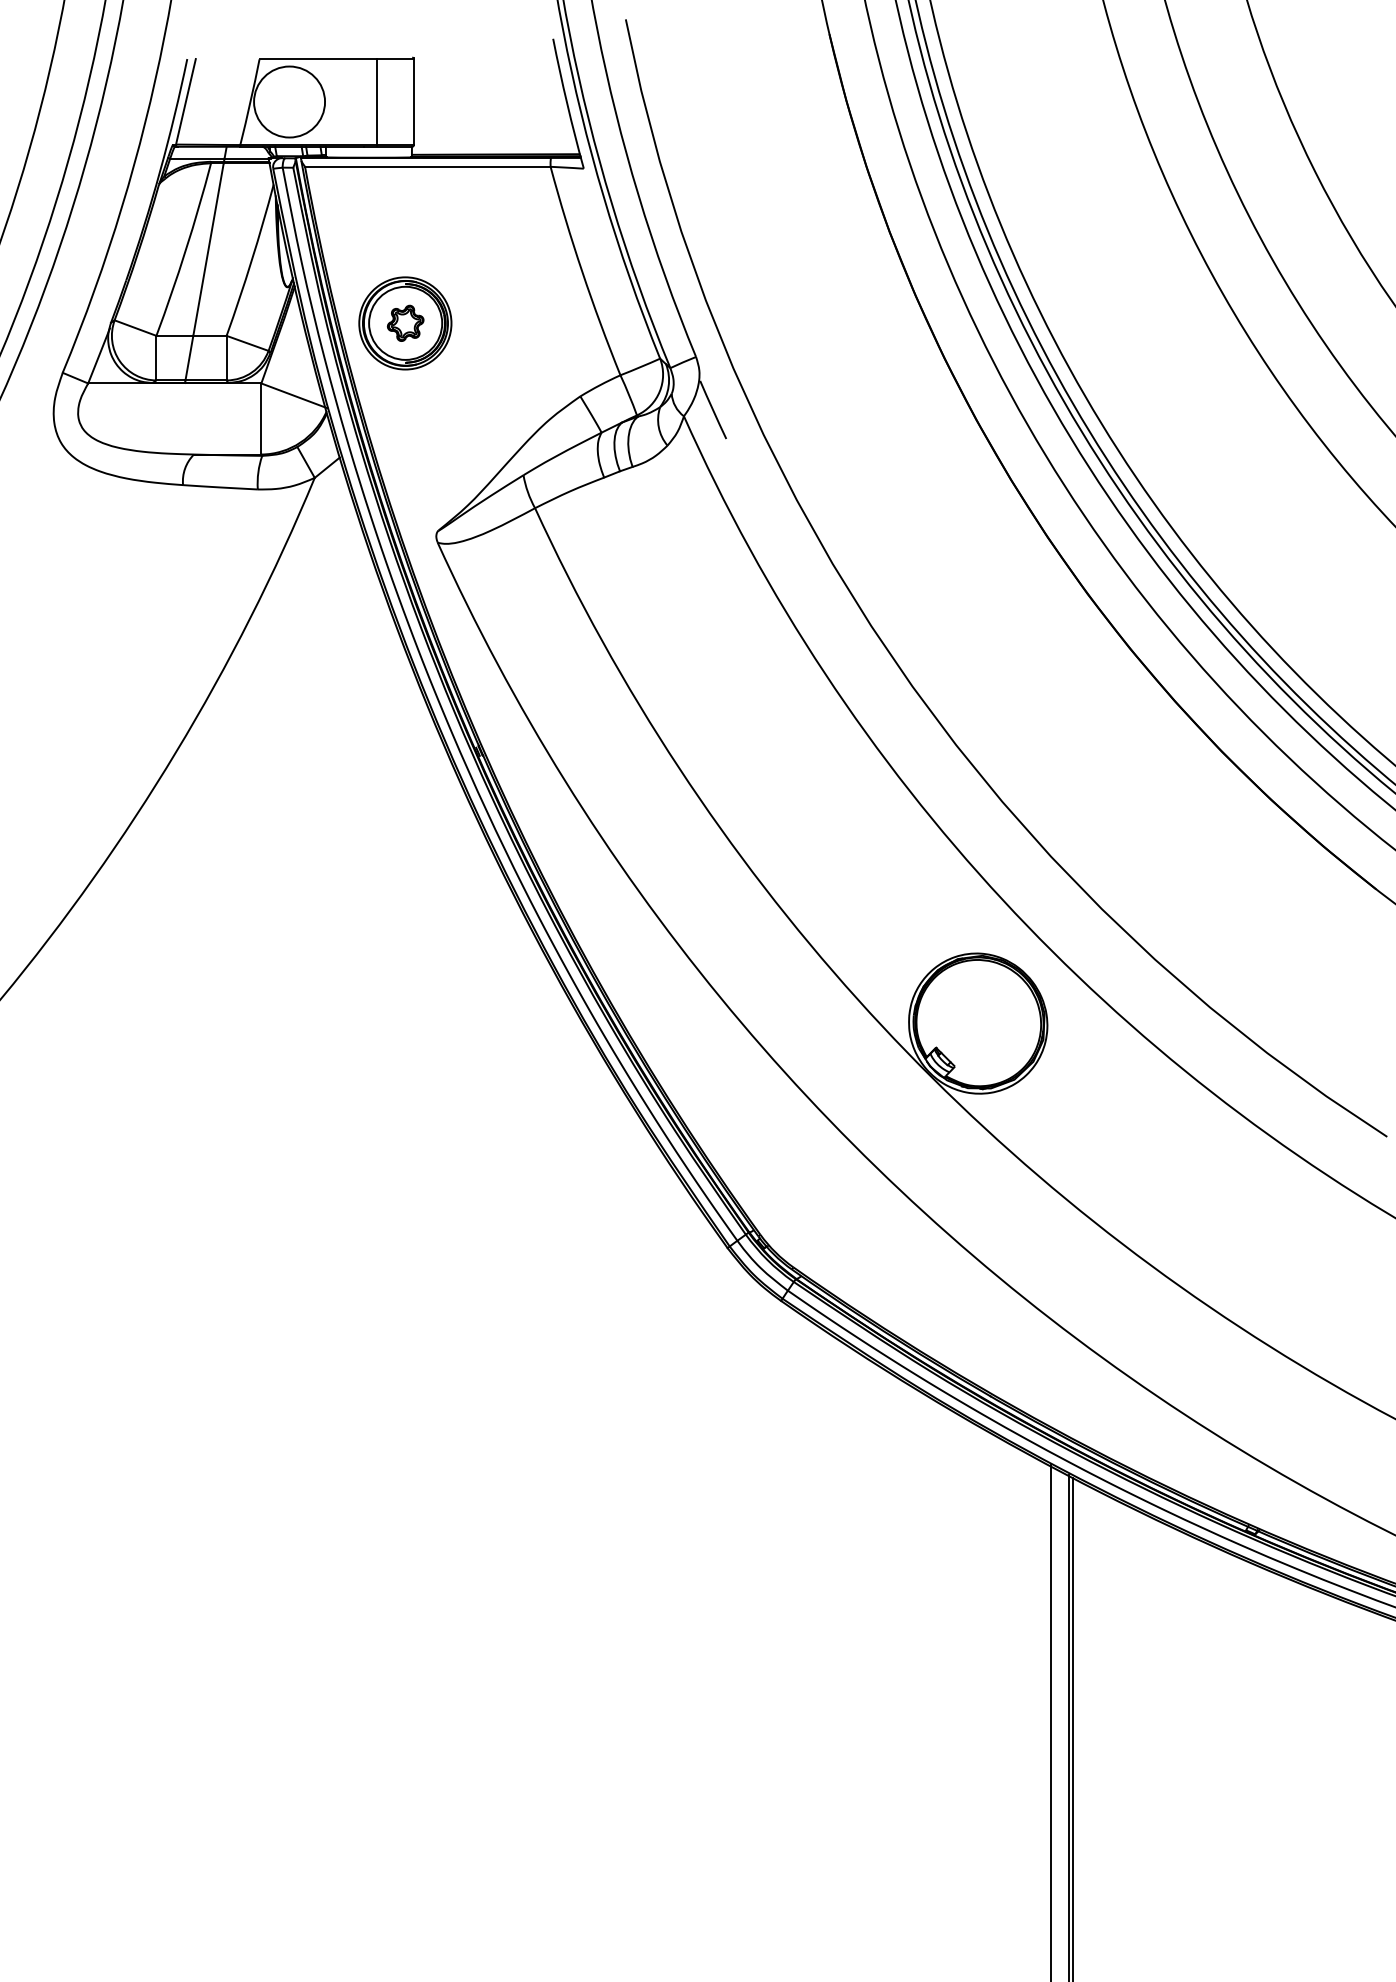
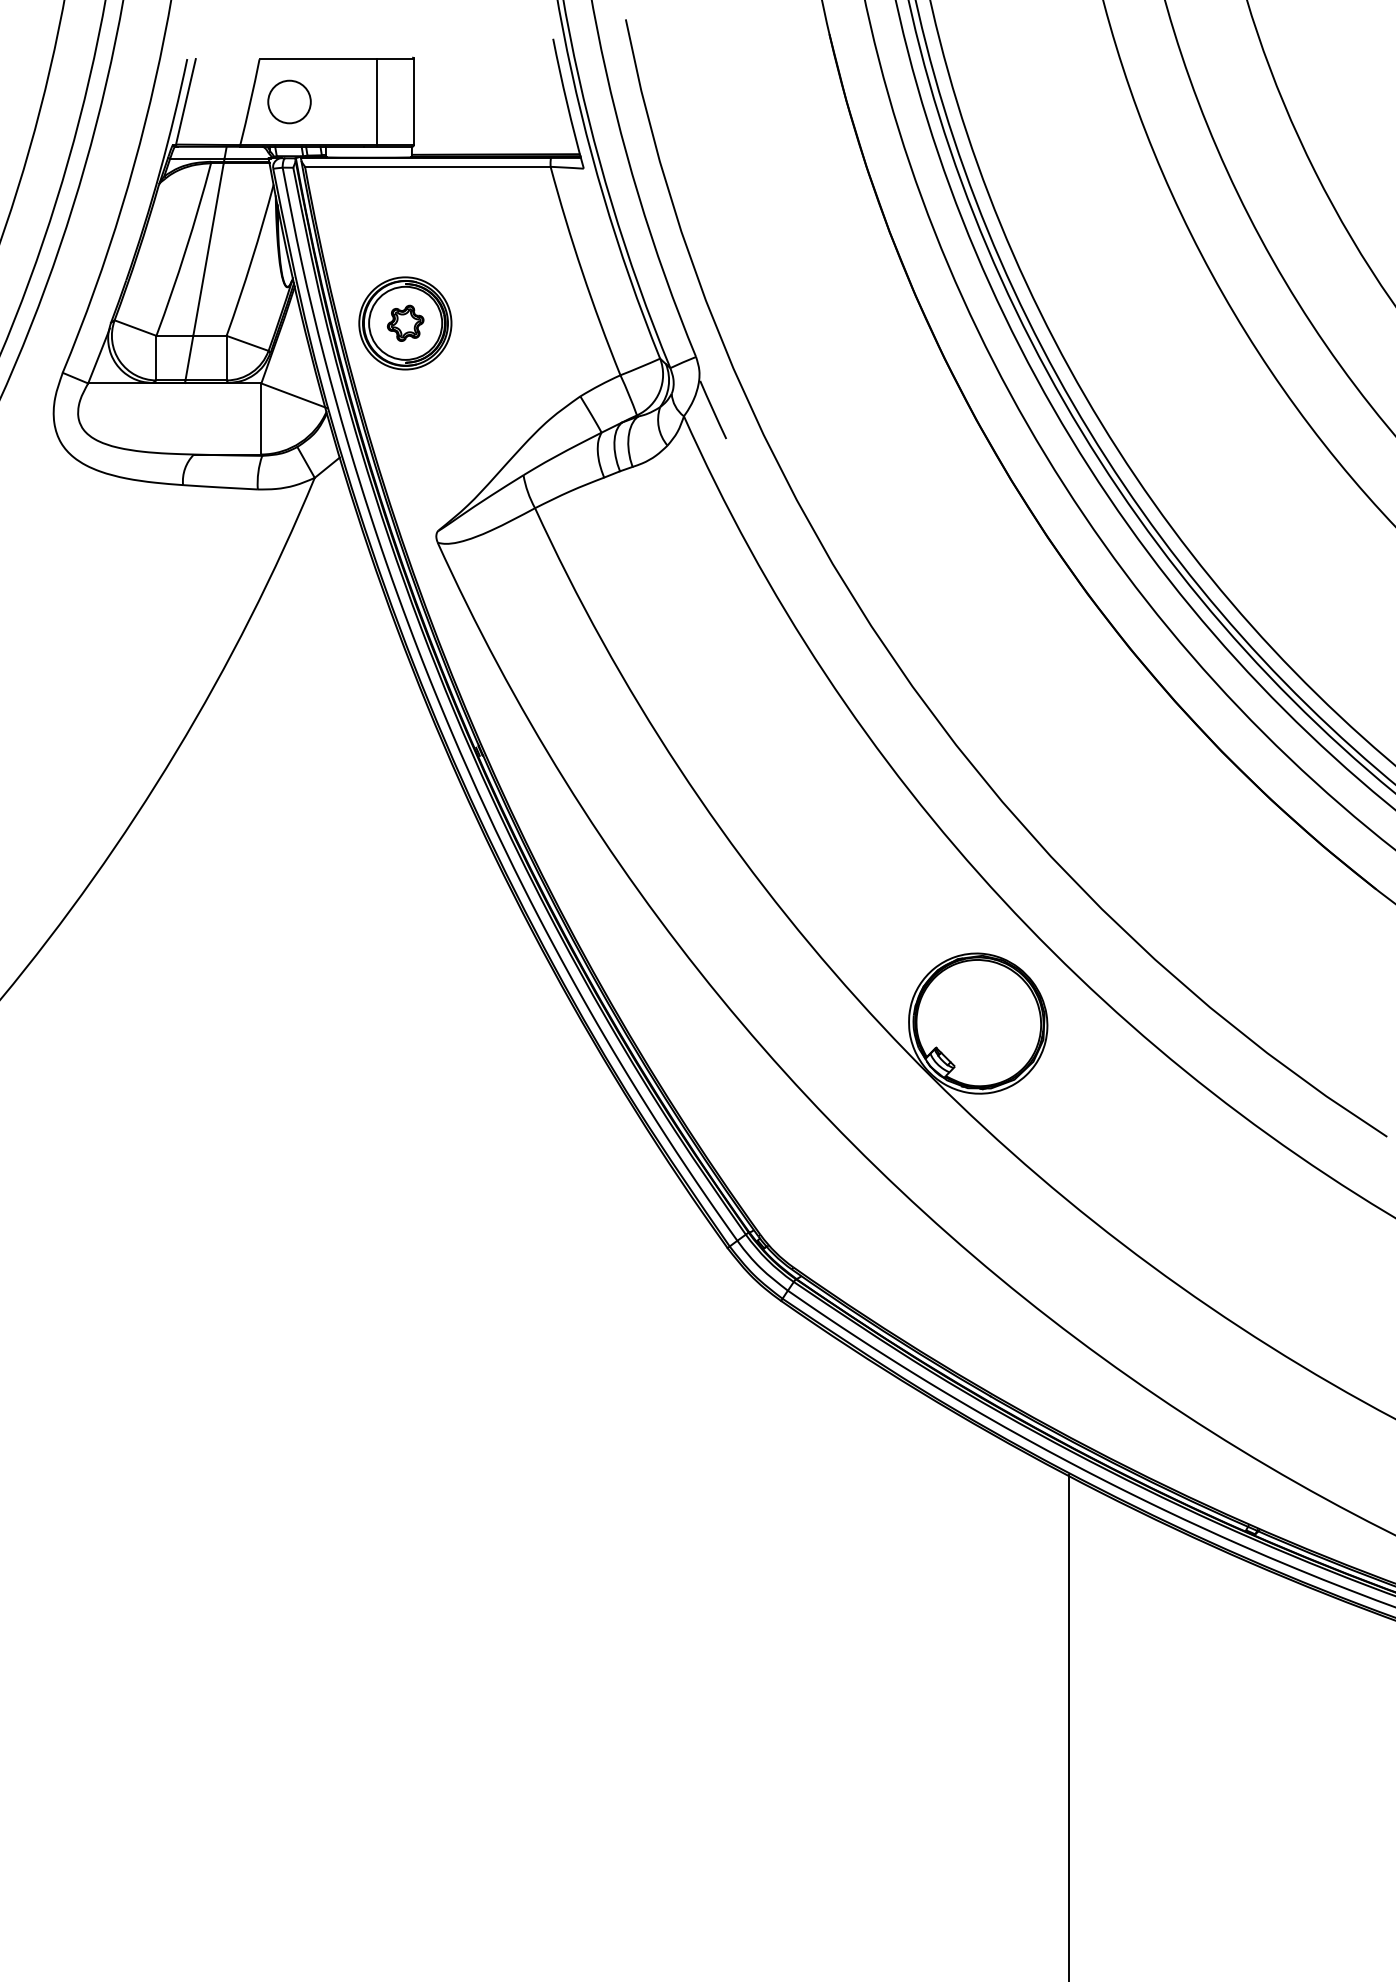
circle at (289, 101) diameter: 71 px -> 43 px
line at (1050, 1721): present -> none
line at (1073, 1727): present -> none
